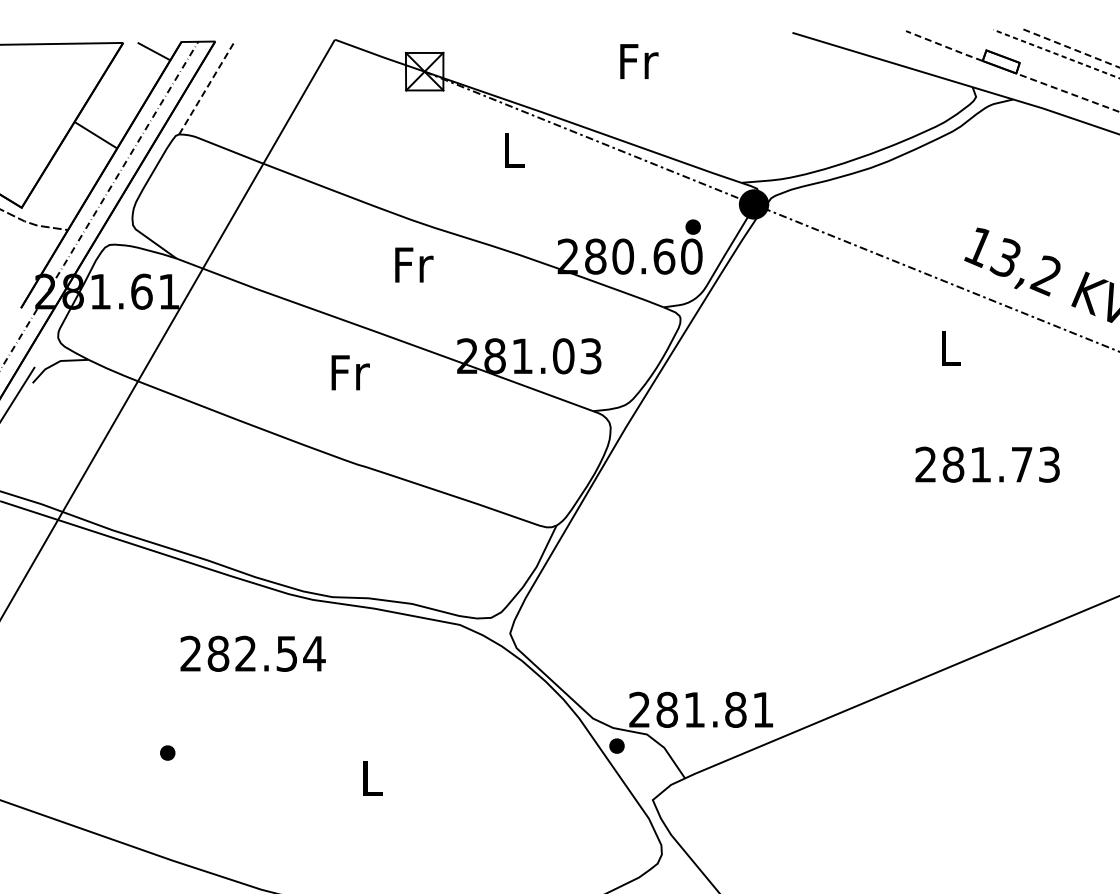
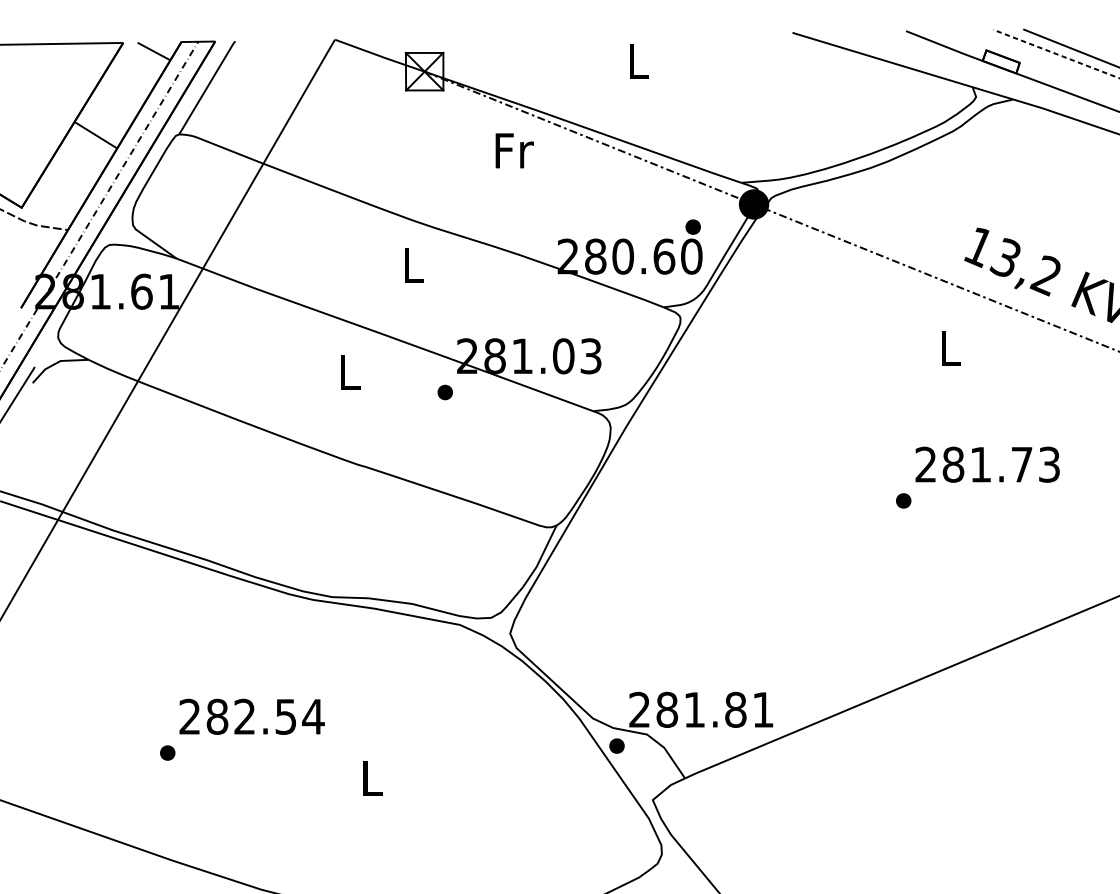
line at (945, 46): dashed -> solid
line at (1071, 48): dashed -> solid
text at (639, 61): Fr -> L
line at (207, 86): dashed -> solid
line at (1067, 92): dashed -> solid
text at (514, 150): L -> Fr
text at (414, 264): Fr -> L
text at (350, 372): Fr -> L
part at (444, 392): none -> present
part at (903, 500): none -> present
text at (252, 653) position: (252, 653) -> (251, 716)
